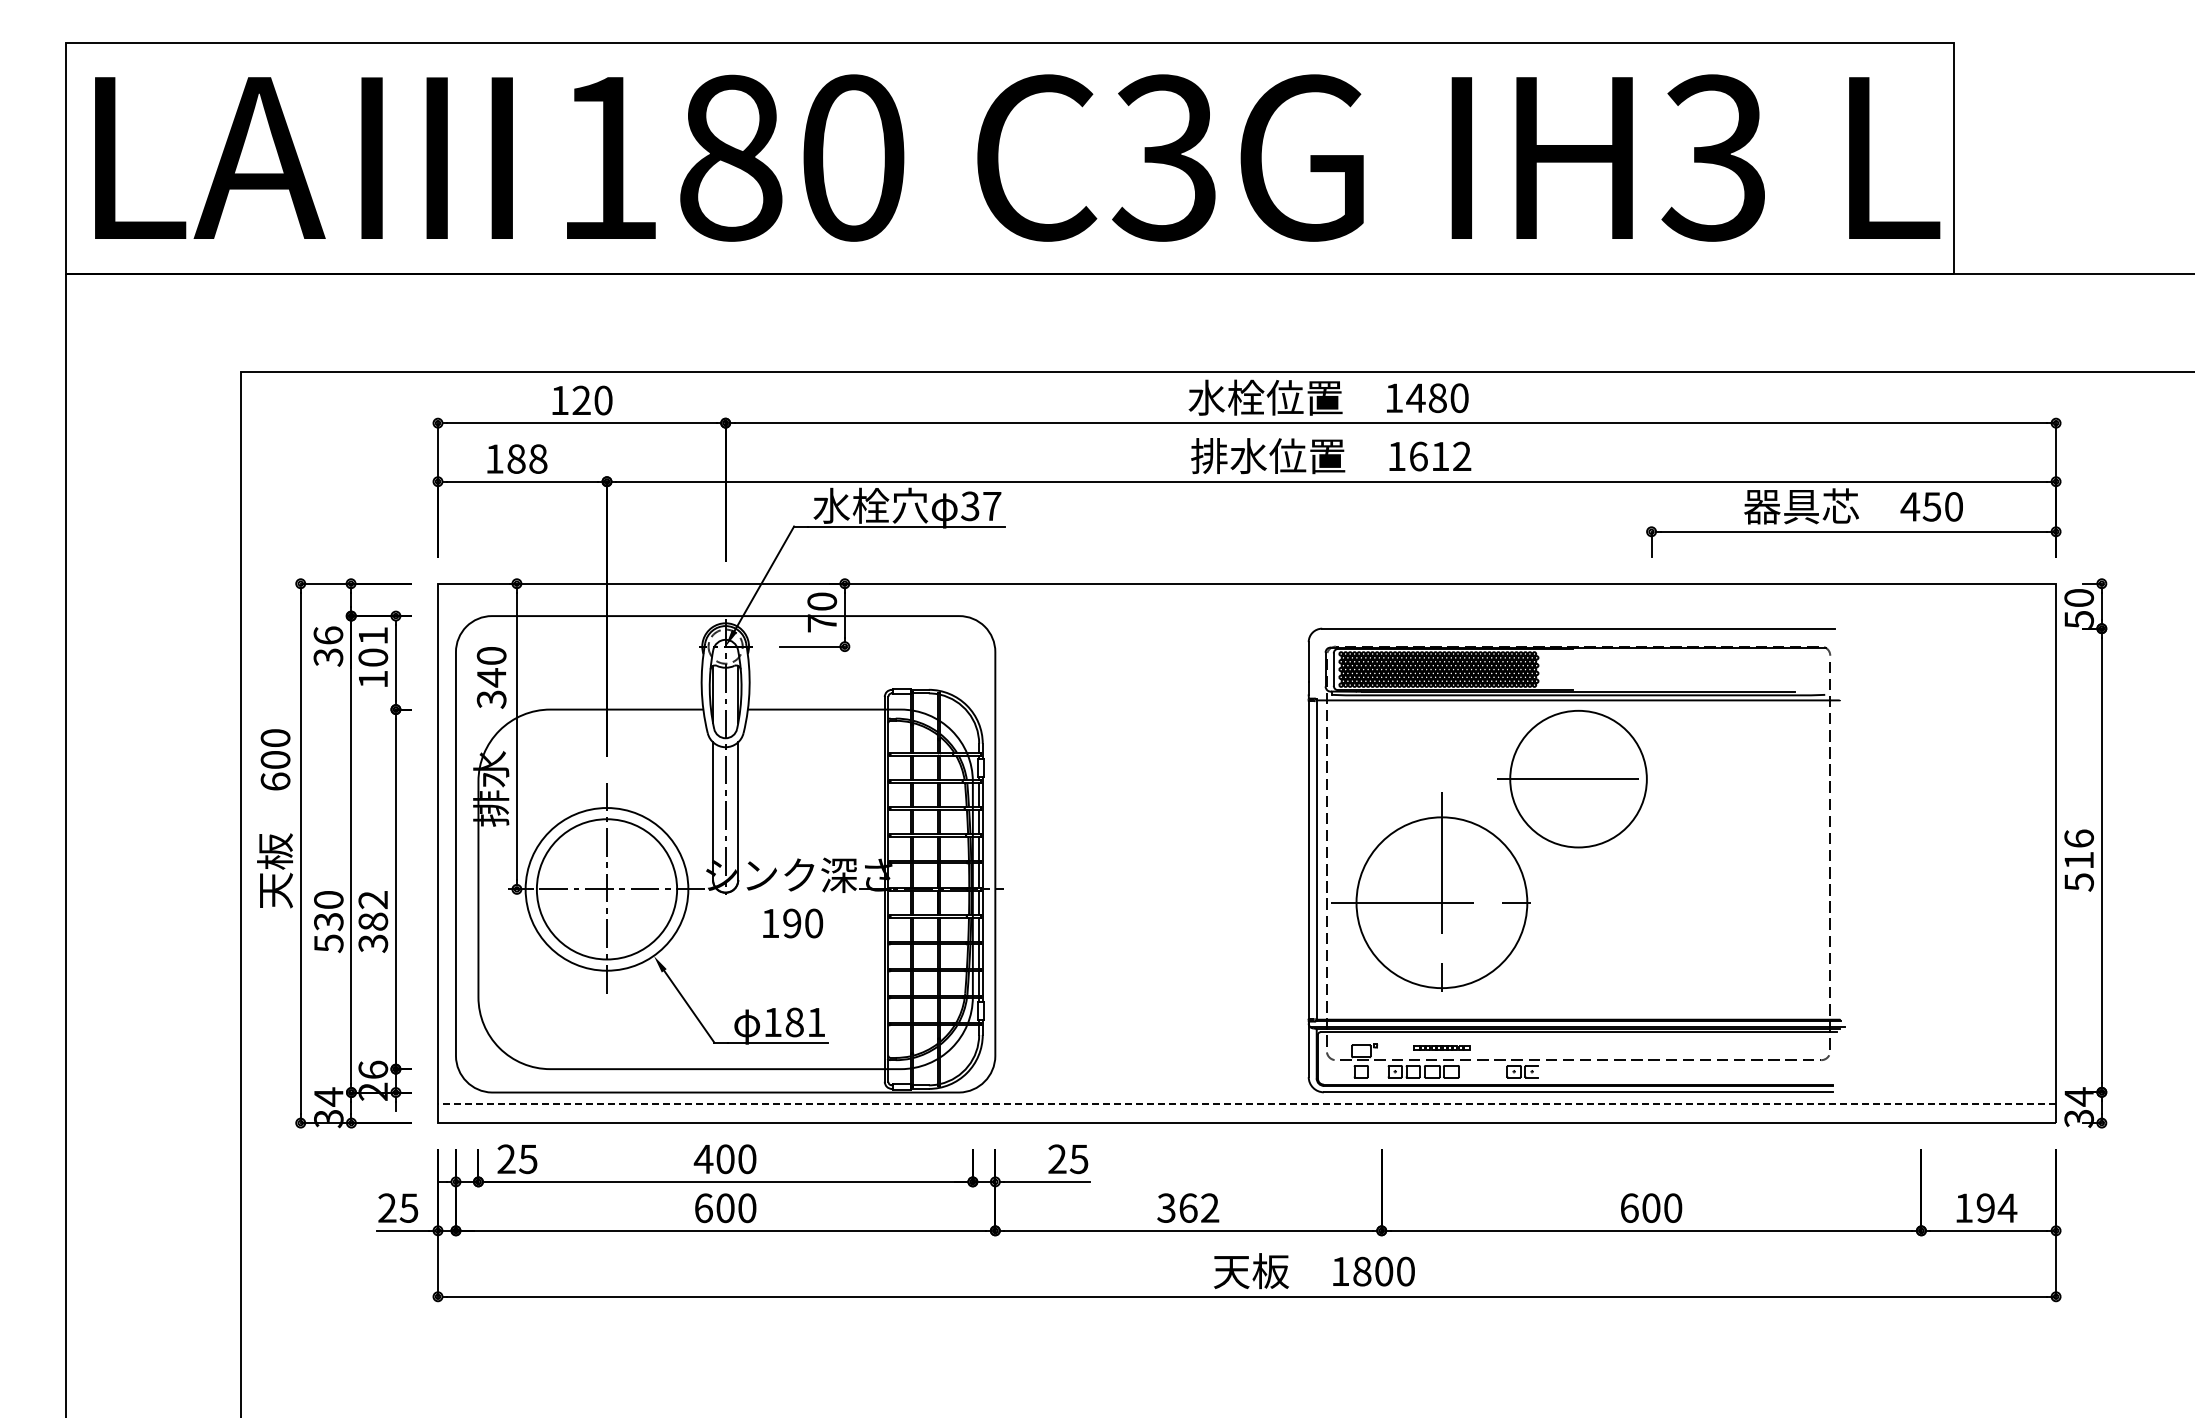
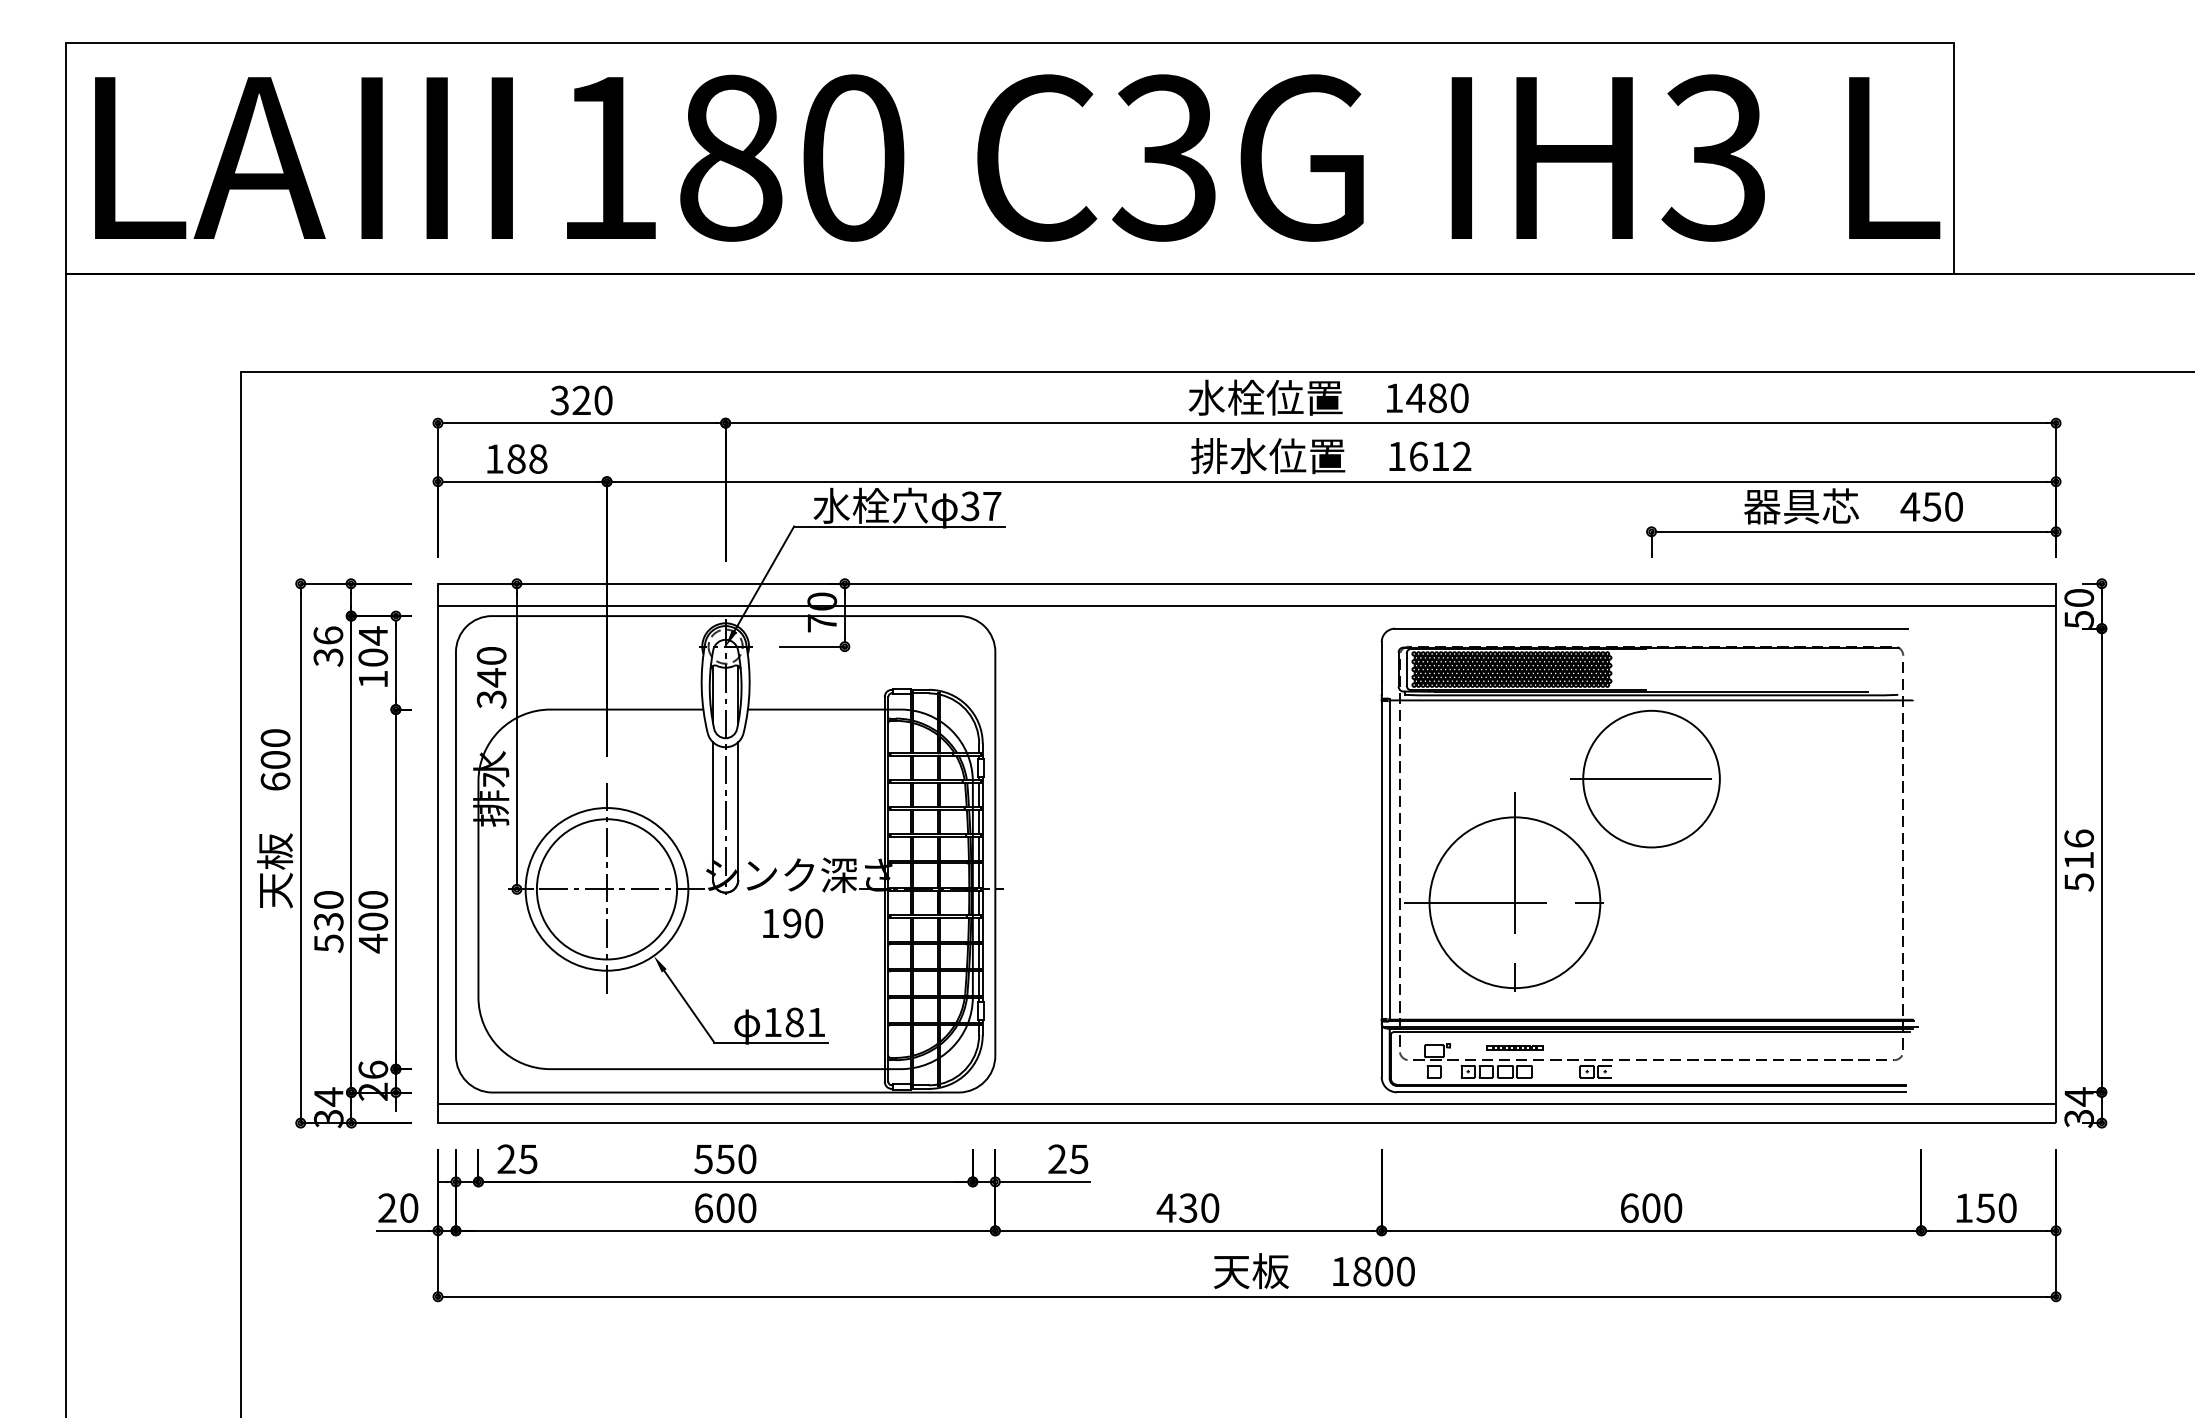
text at (559, 400): 120 -> 320
line at (1247, 606): none -> present
text at (373, 635): 101 -> 104
part at (1576, 848) position: (1576, 848) -> (1649, 848)
text at (373, 922): 382 -> 400
line at (1246, 1104): dashed -> solid
text at (713, 1159): 400 -> 550
text at (408, 1207): 25 -> 20
text at (1187, 1207): 362 -> 430
text at (1996, 1207): 194 -> 150
